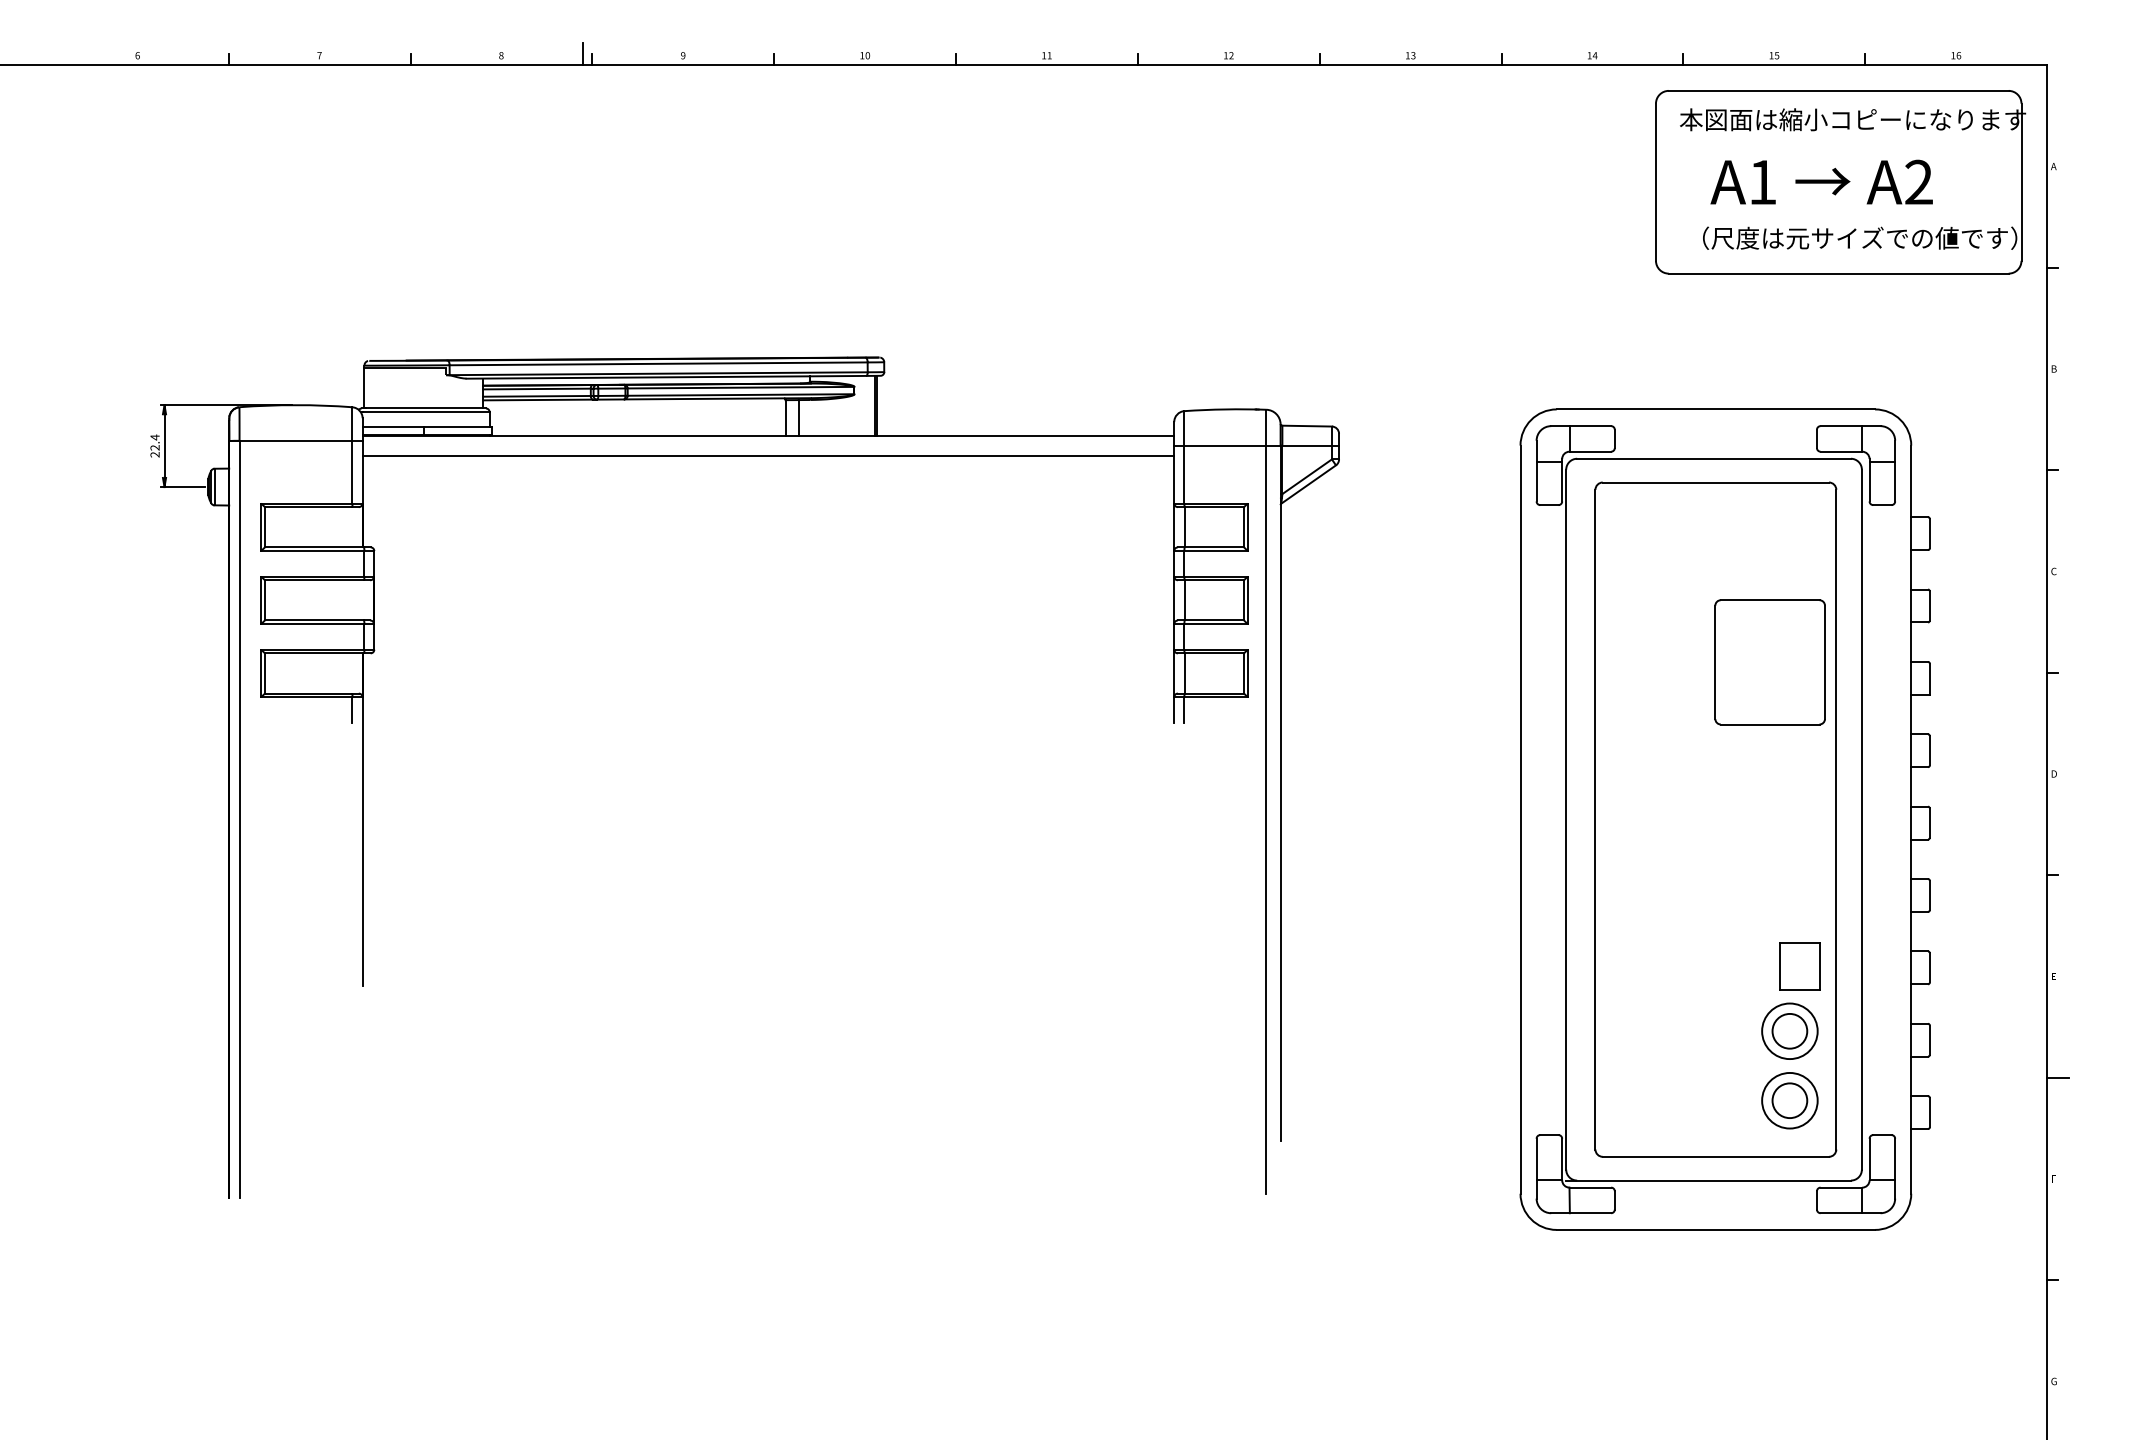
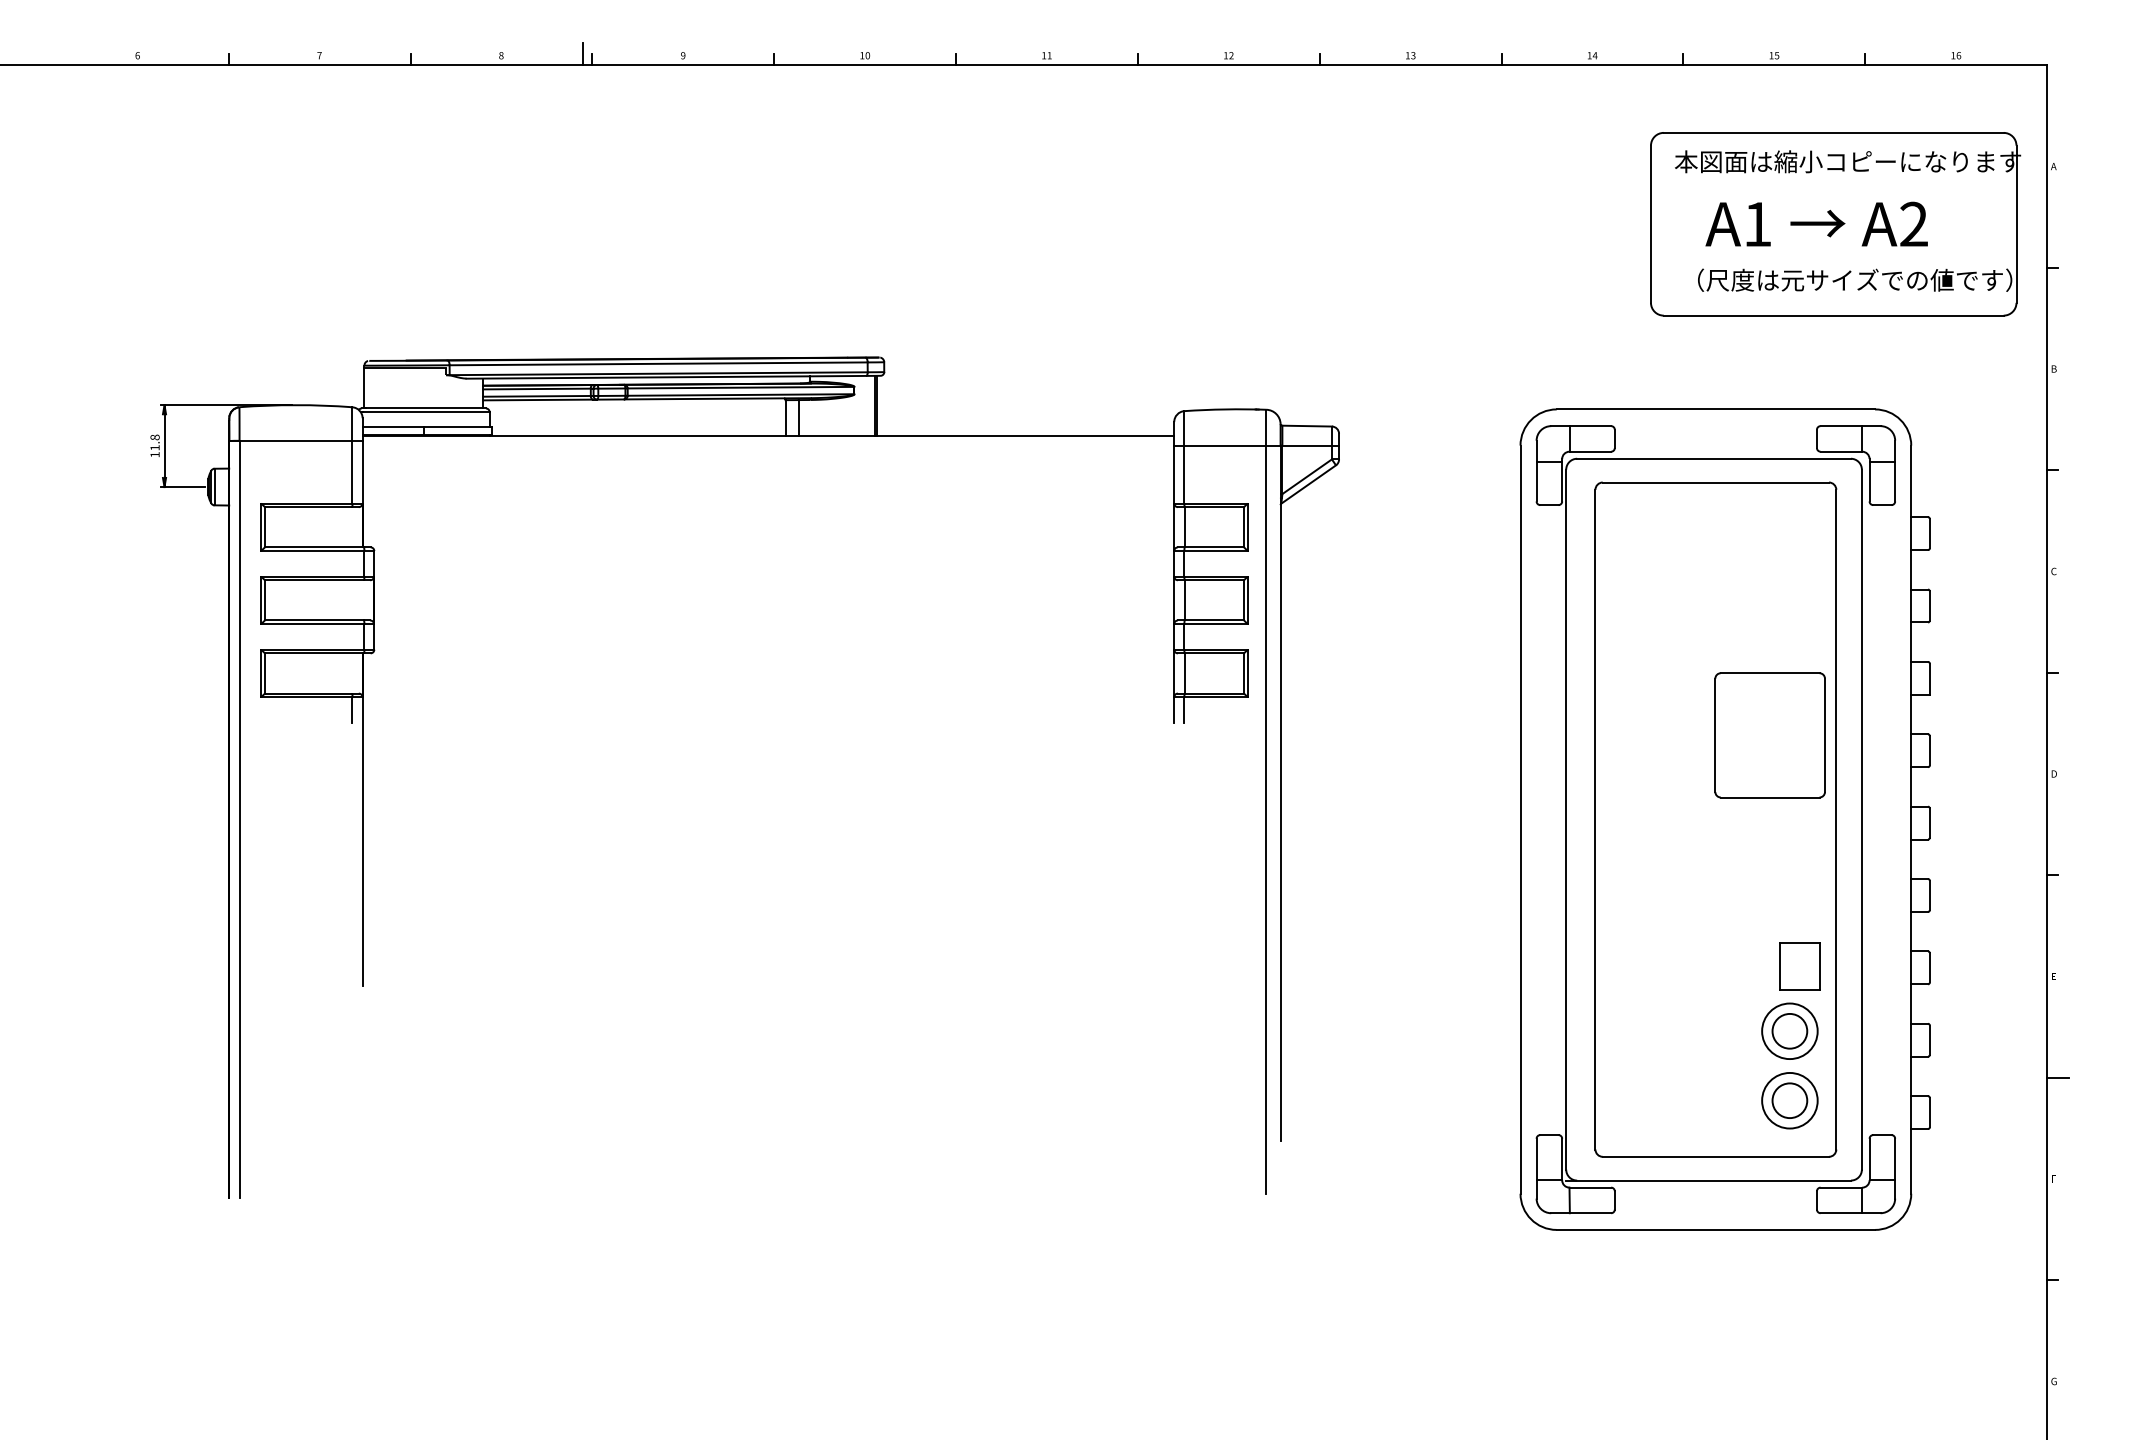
part at (1840, 182) position: (1840, 182) -> (1835, 224)
text at (154, 445): 22.4 -> 11.8
line at (768, 456): present -> none
part at (1769, 662) position: (1769, 662) -> (1769, 735)
